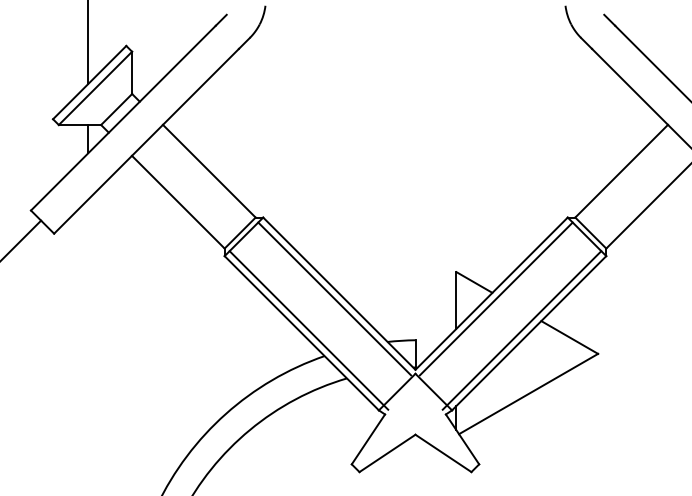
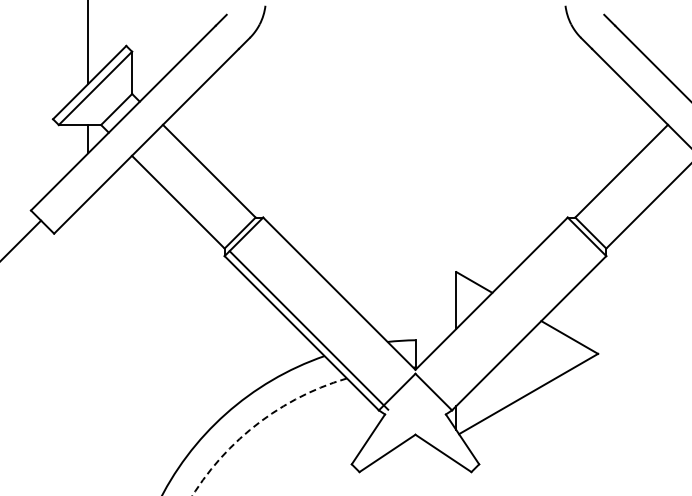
line at (334, 298): present -> none
line at (495, 298): present -> none
line at (521, 330): present -> none
arc at (258, 423): solid -> dashed
